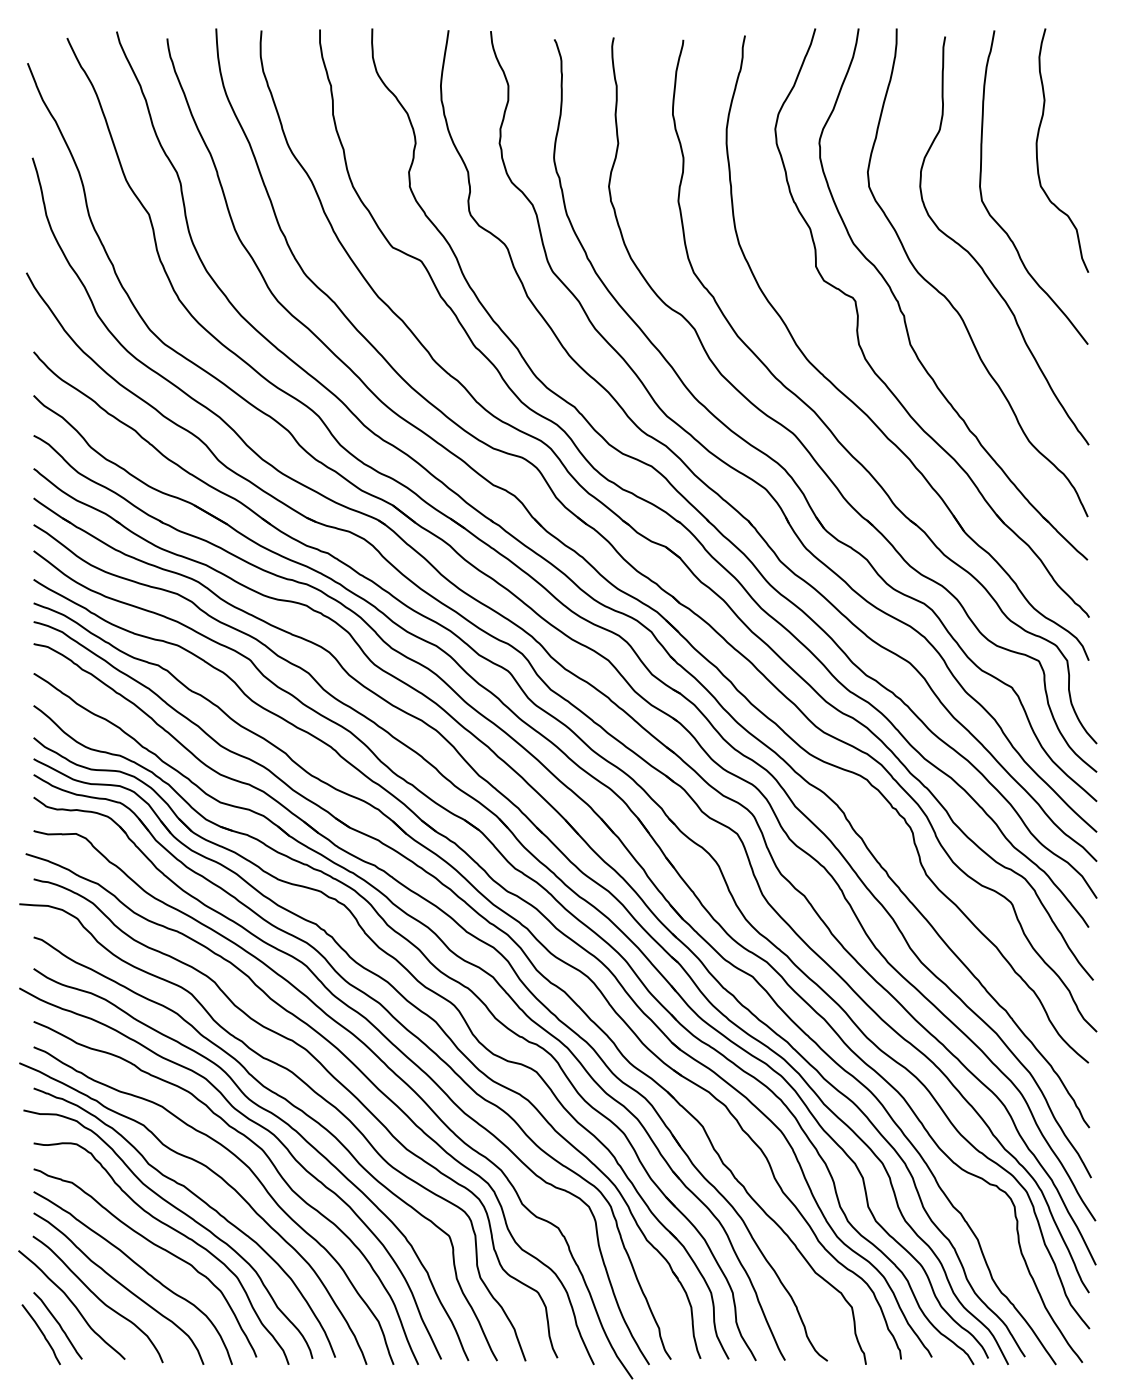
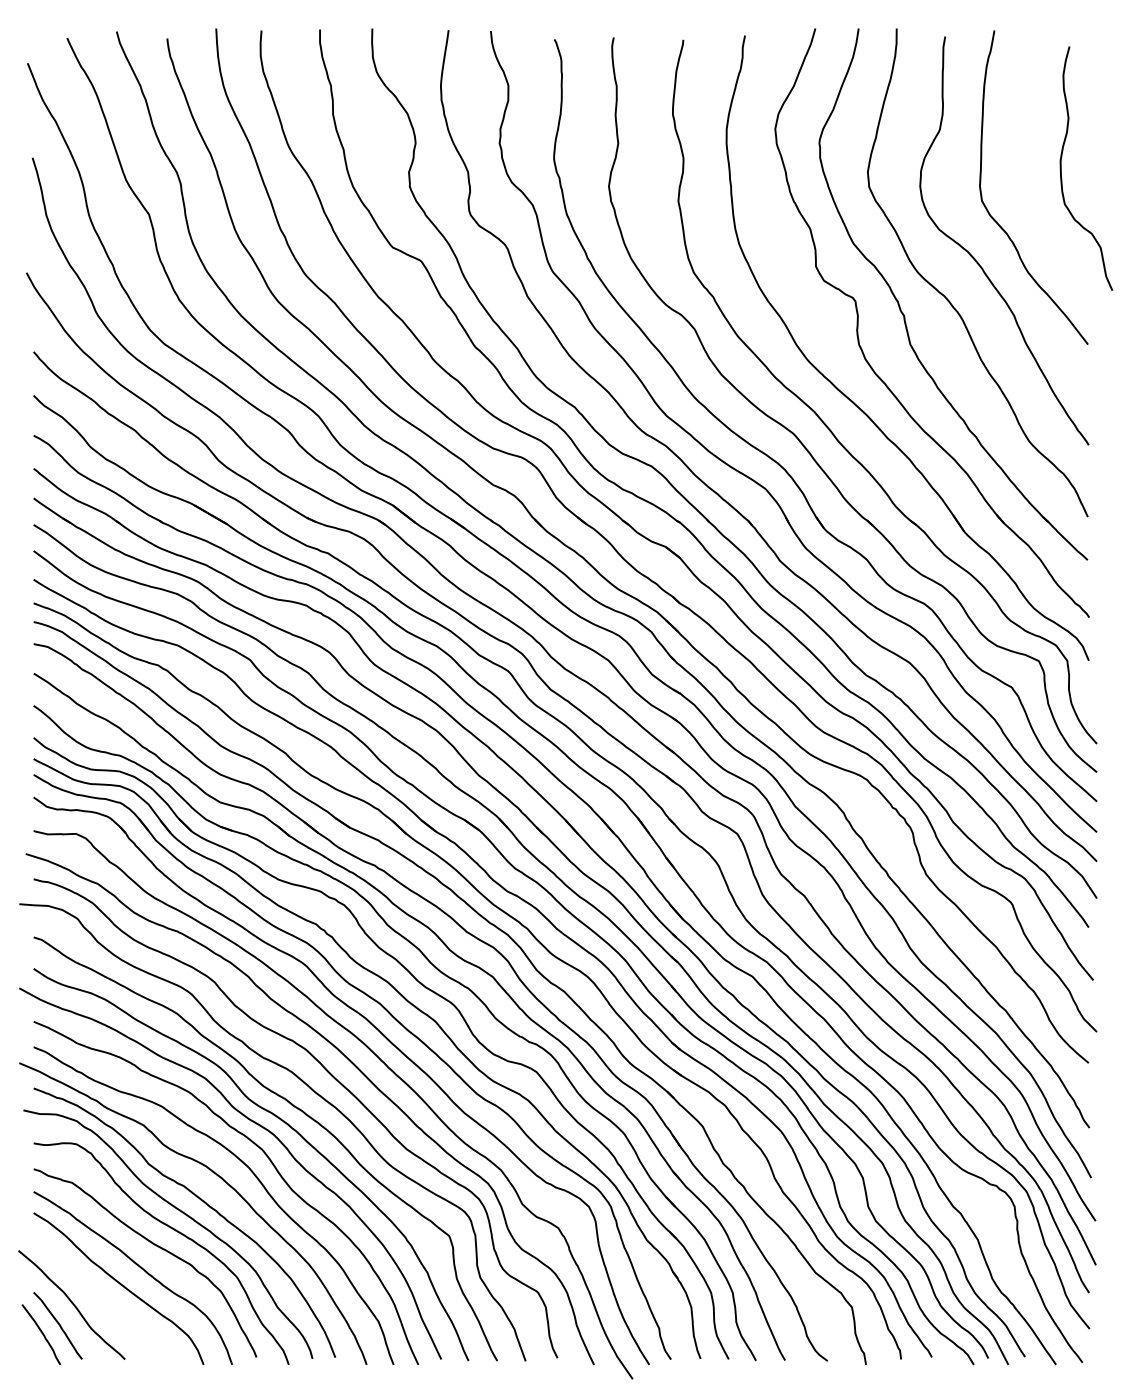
curve at (1037, 150) position: (1037, 150) -> (1061, 168)
curve at (97, 1298): present -> none
